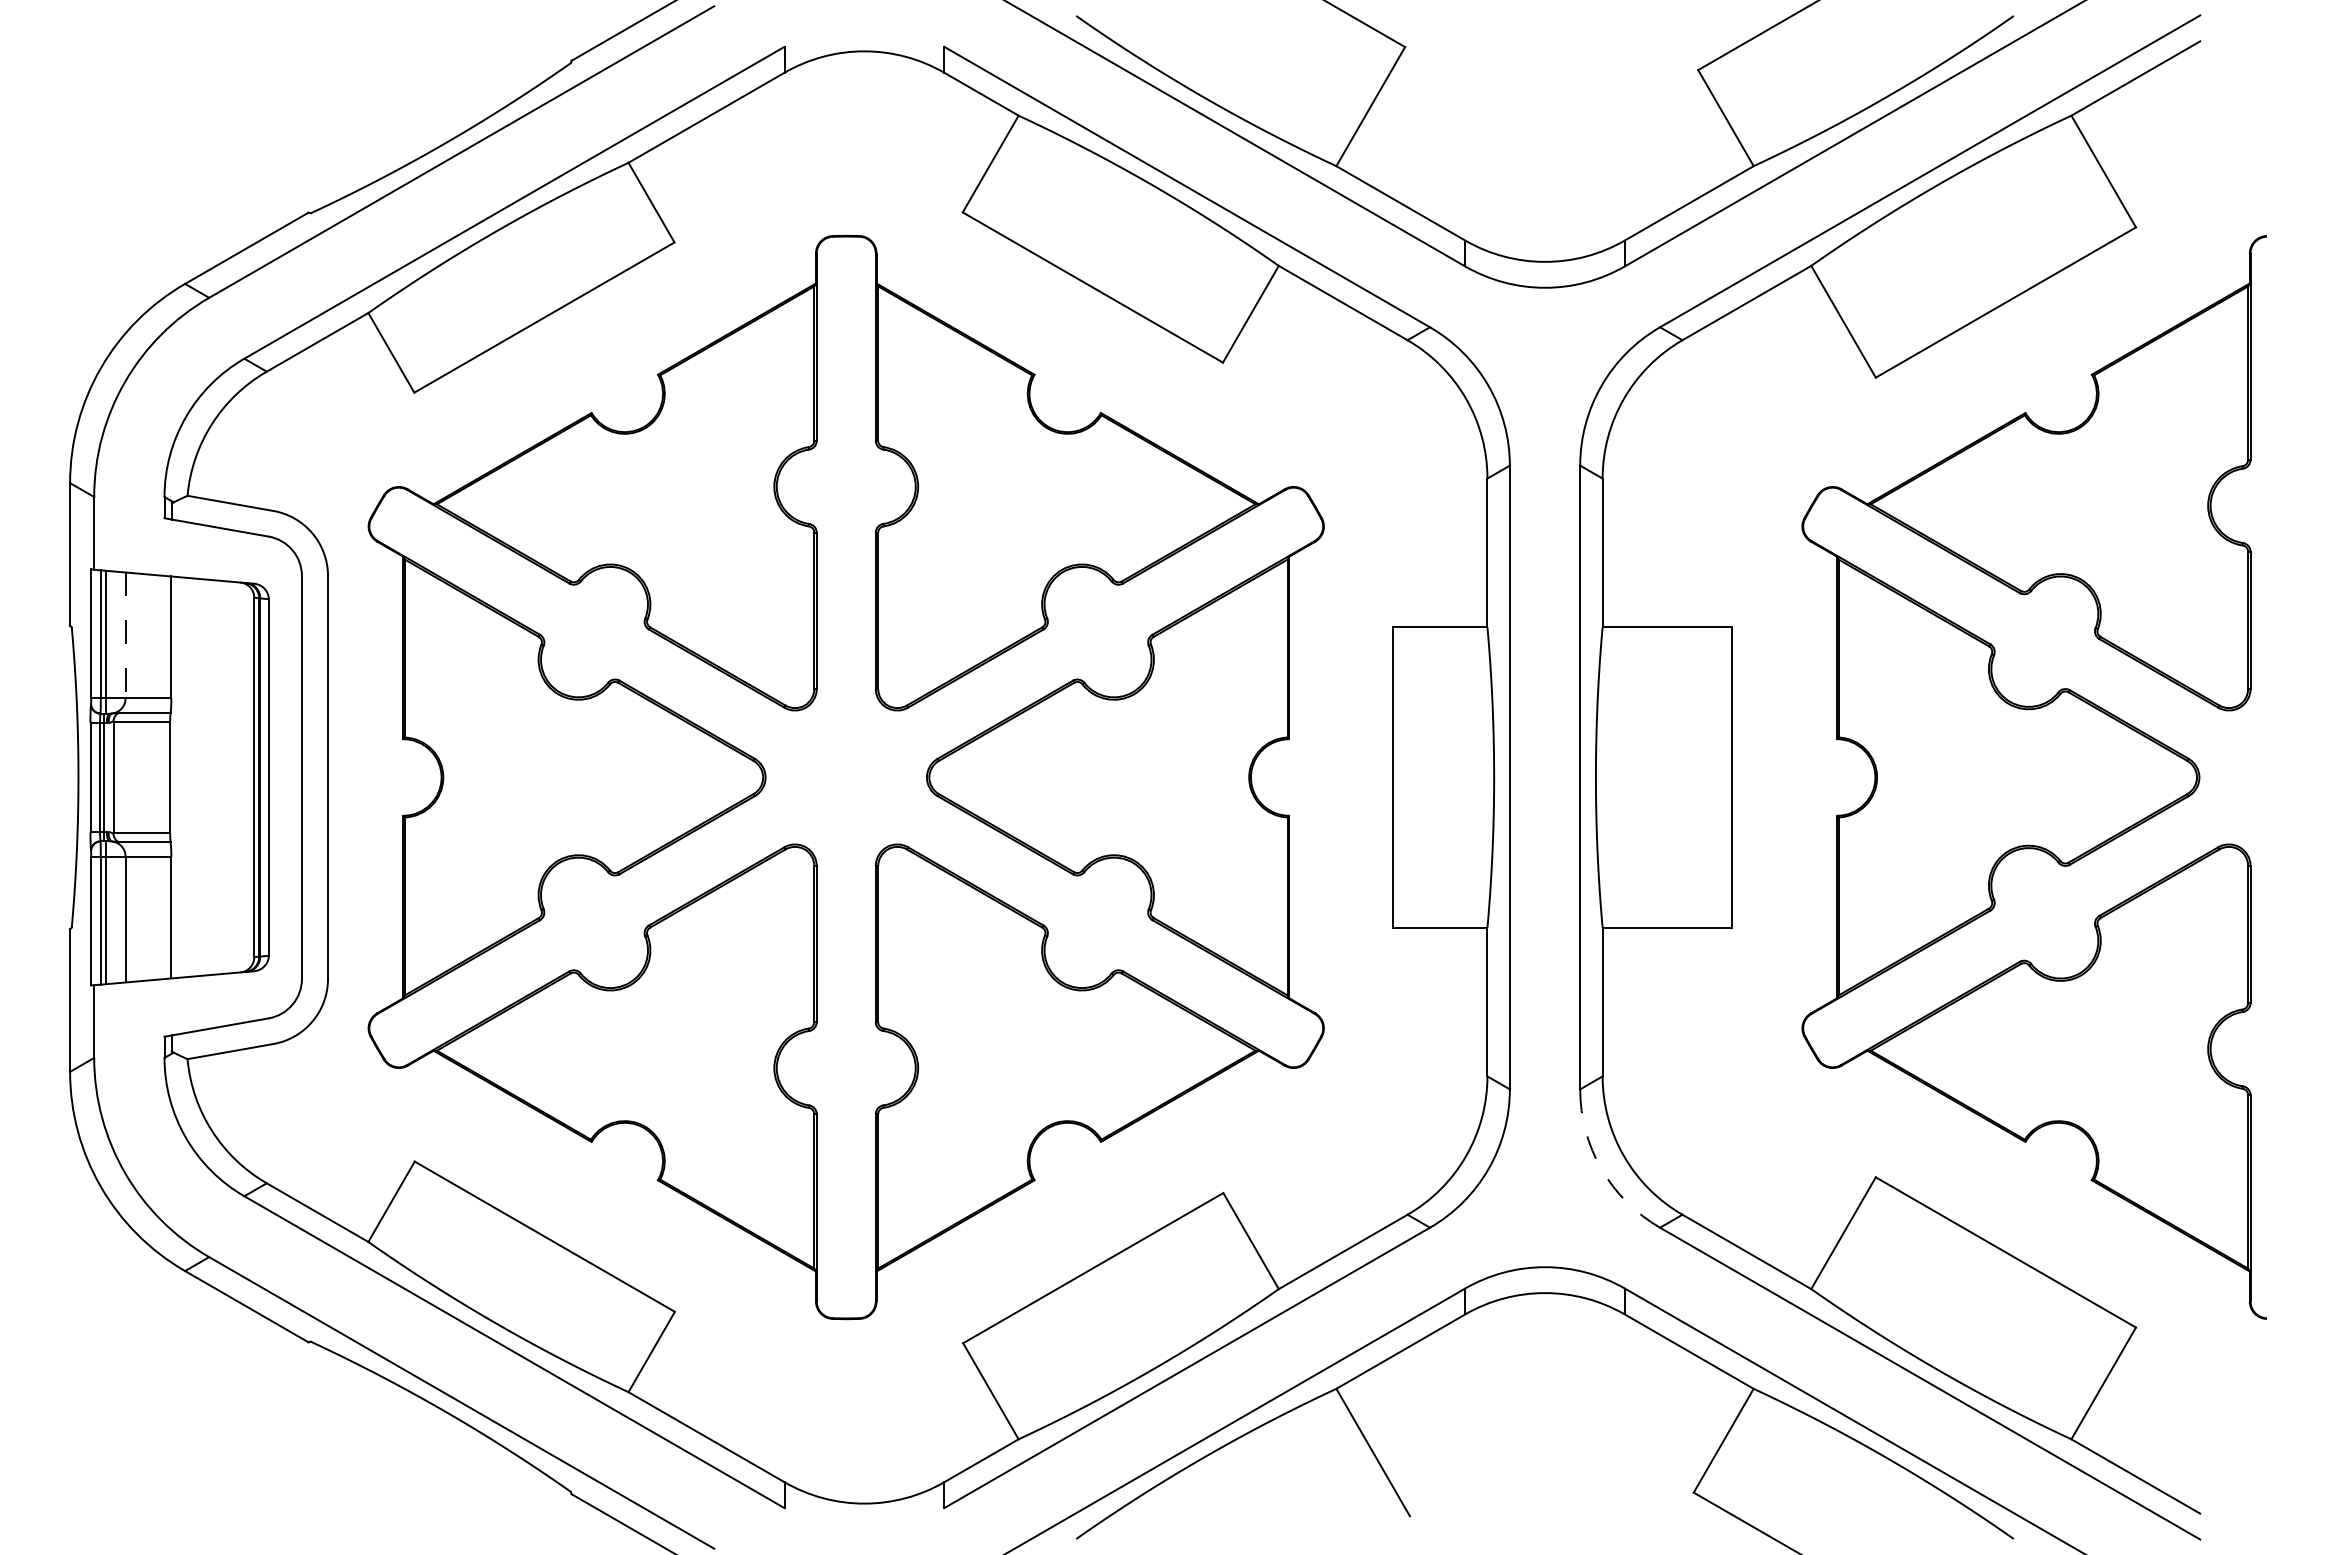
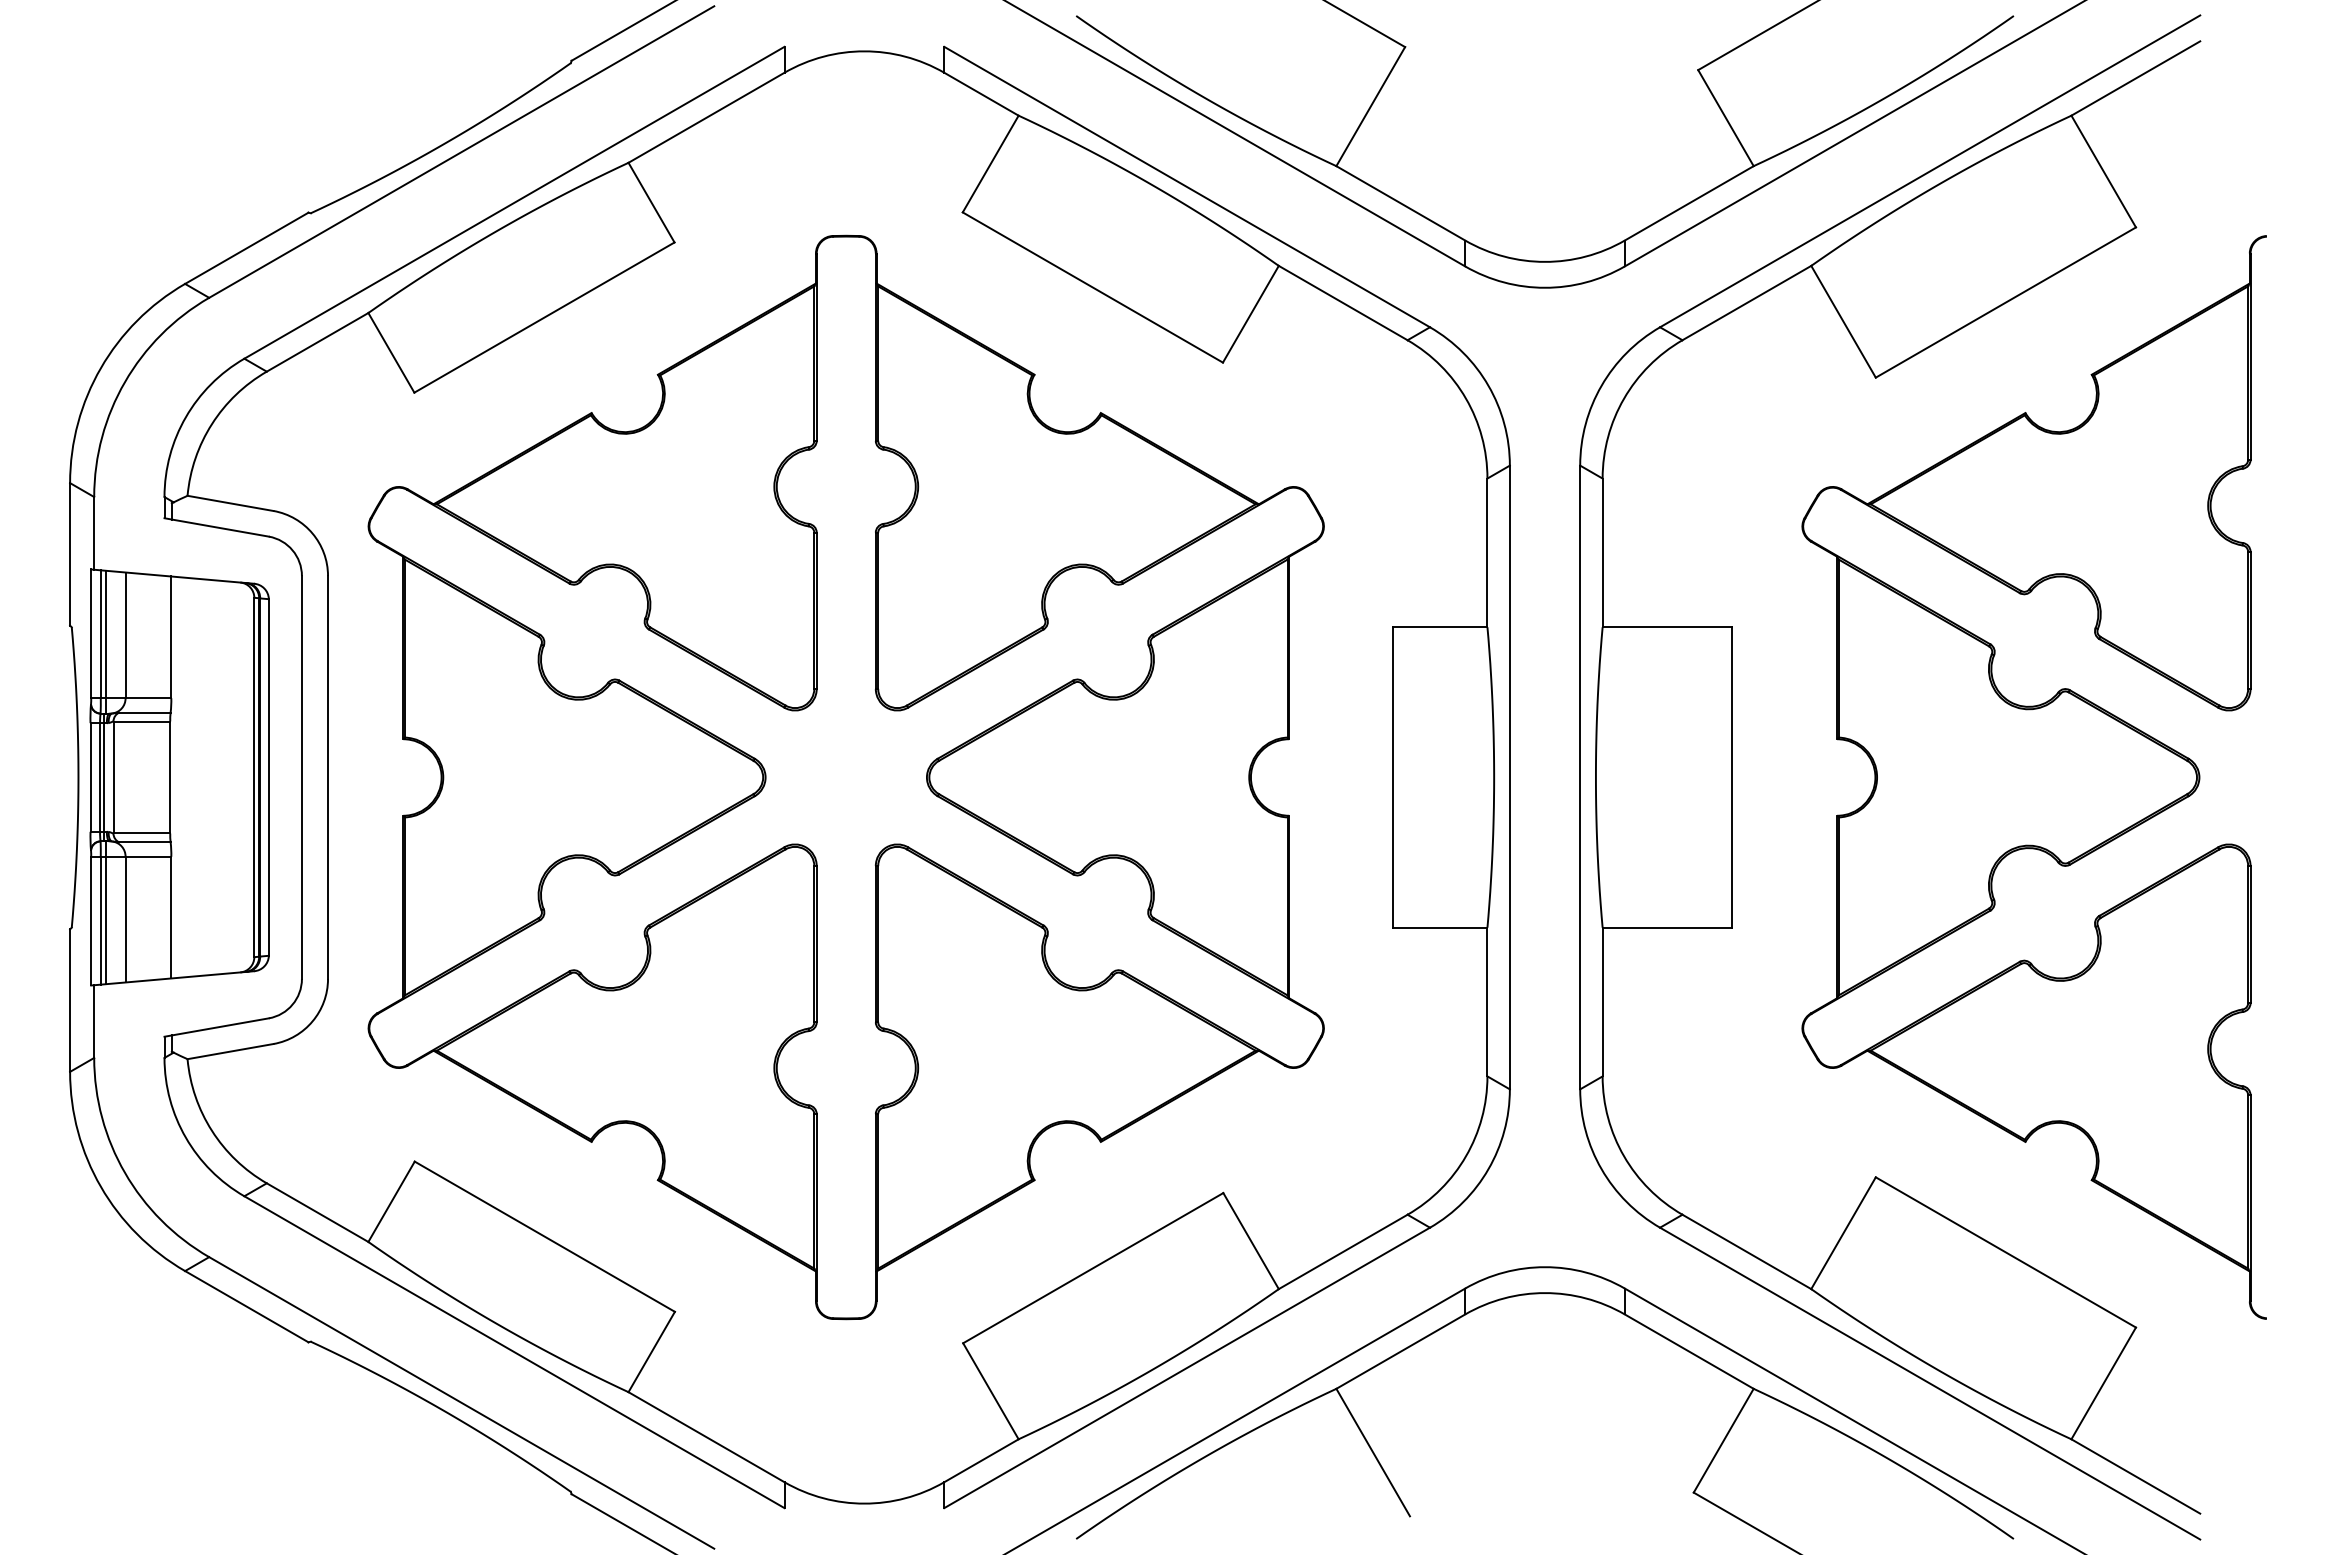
line at (125, 635): dashed -> solid
arc at (1601, 1169): dashed -> solid
